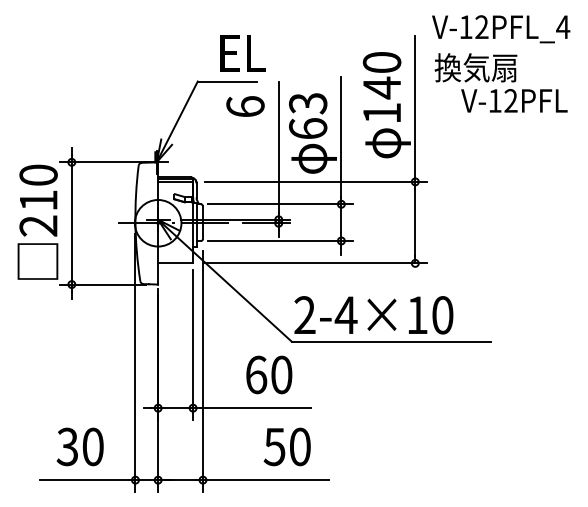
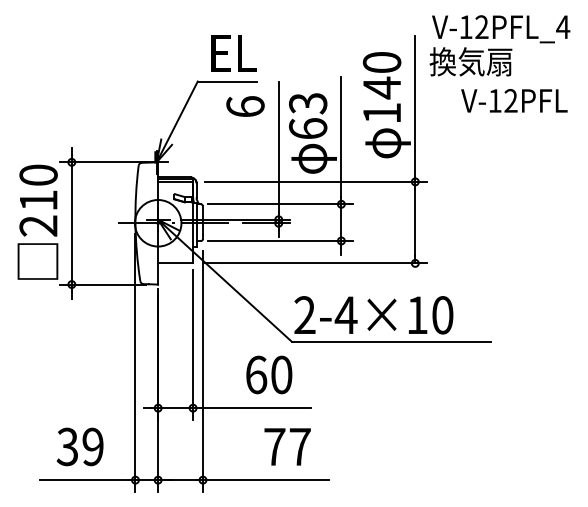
text at (242, 53) position: (242, 53) -> (233, 53)
text at (475, 67) position: (475, 67) -> (470, 61)
text at (92, 446): 30 -> 39
text at (286, 446): 50 -> 77
